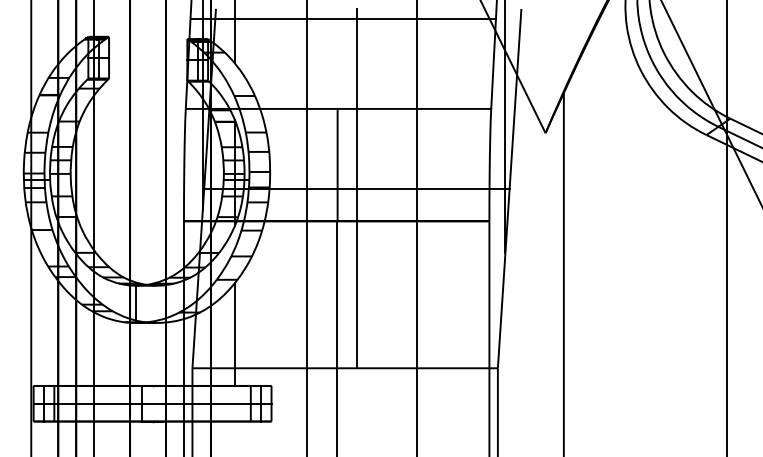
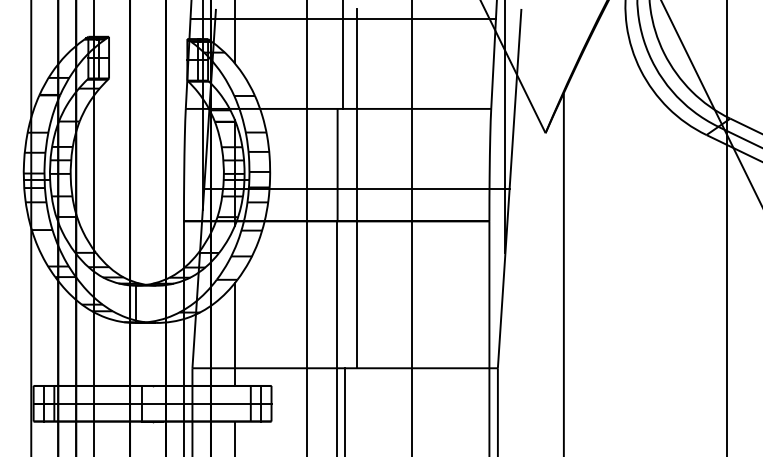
line at (343, 55): none -> present
line at (416, 227) position: (416, 227) -> (411, 227)
line at (345, 410): none -> present
line at (234, 437): none -> present
